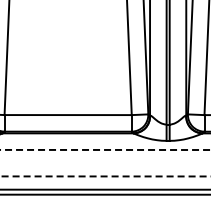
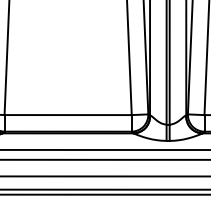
line at (105, 149): dashed -> solid
line at (104, 159): none -> present
line at (105, 176): dashed -> solid
